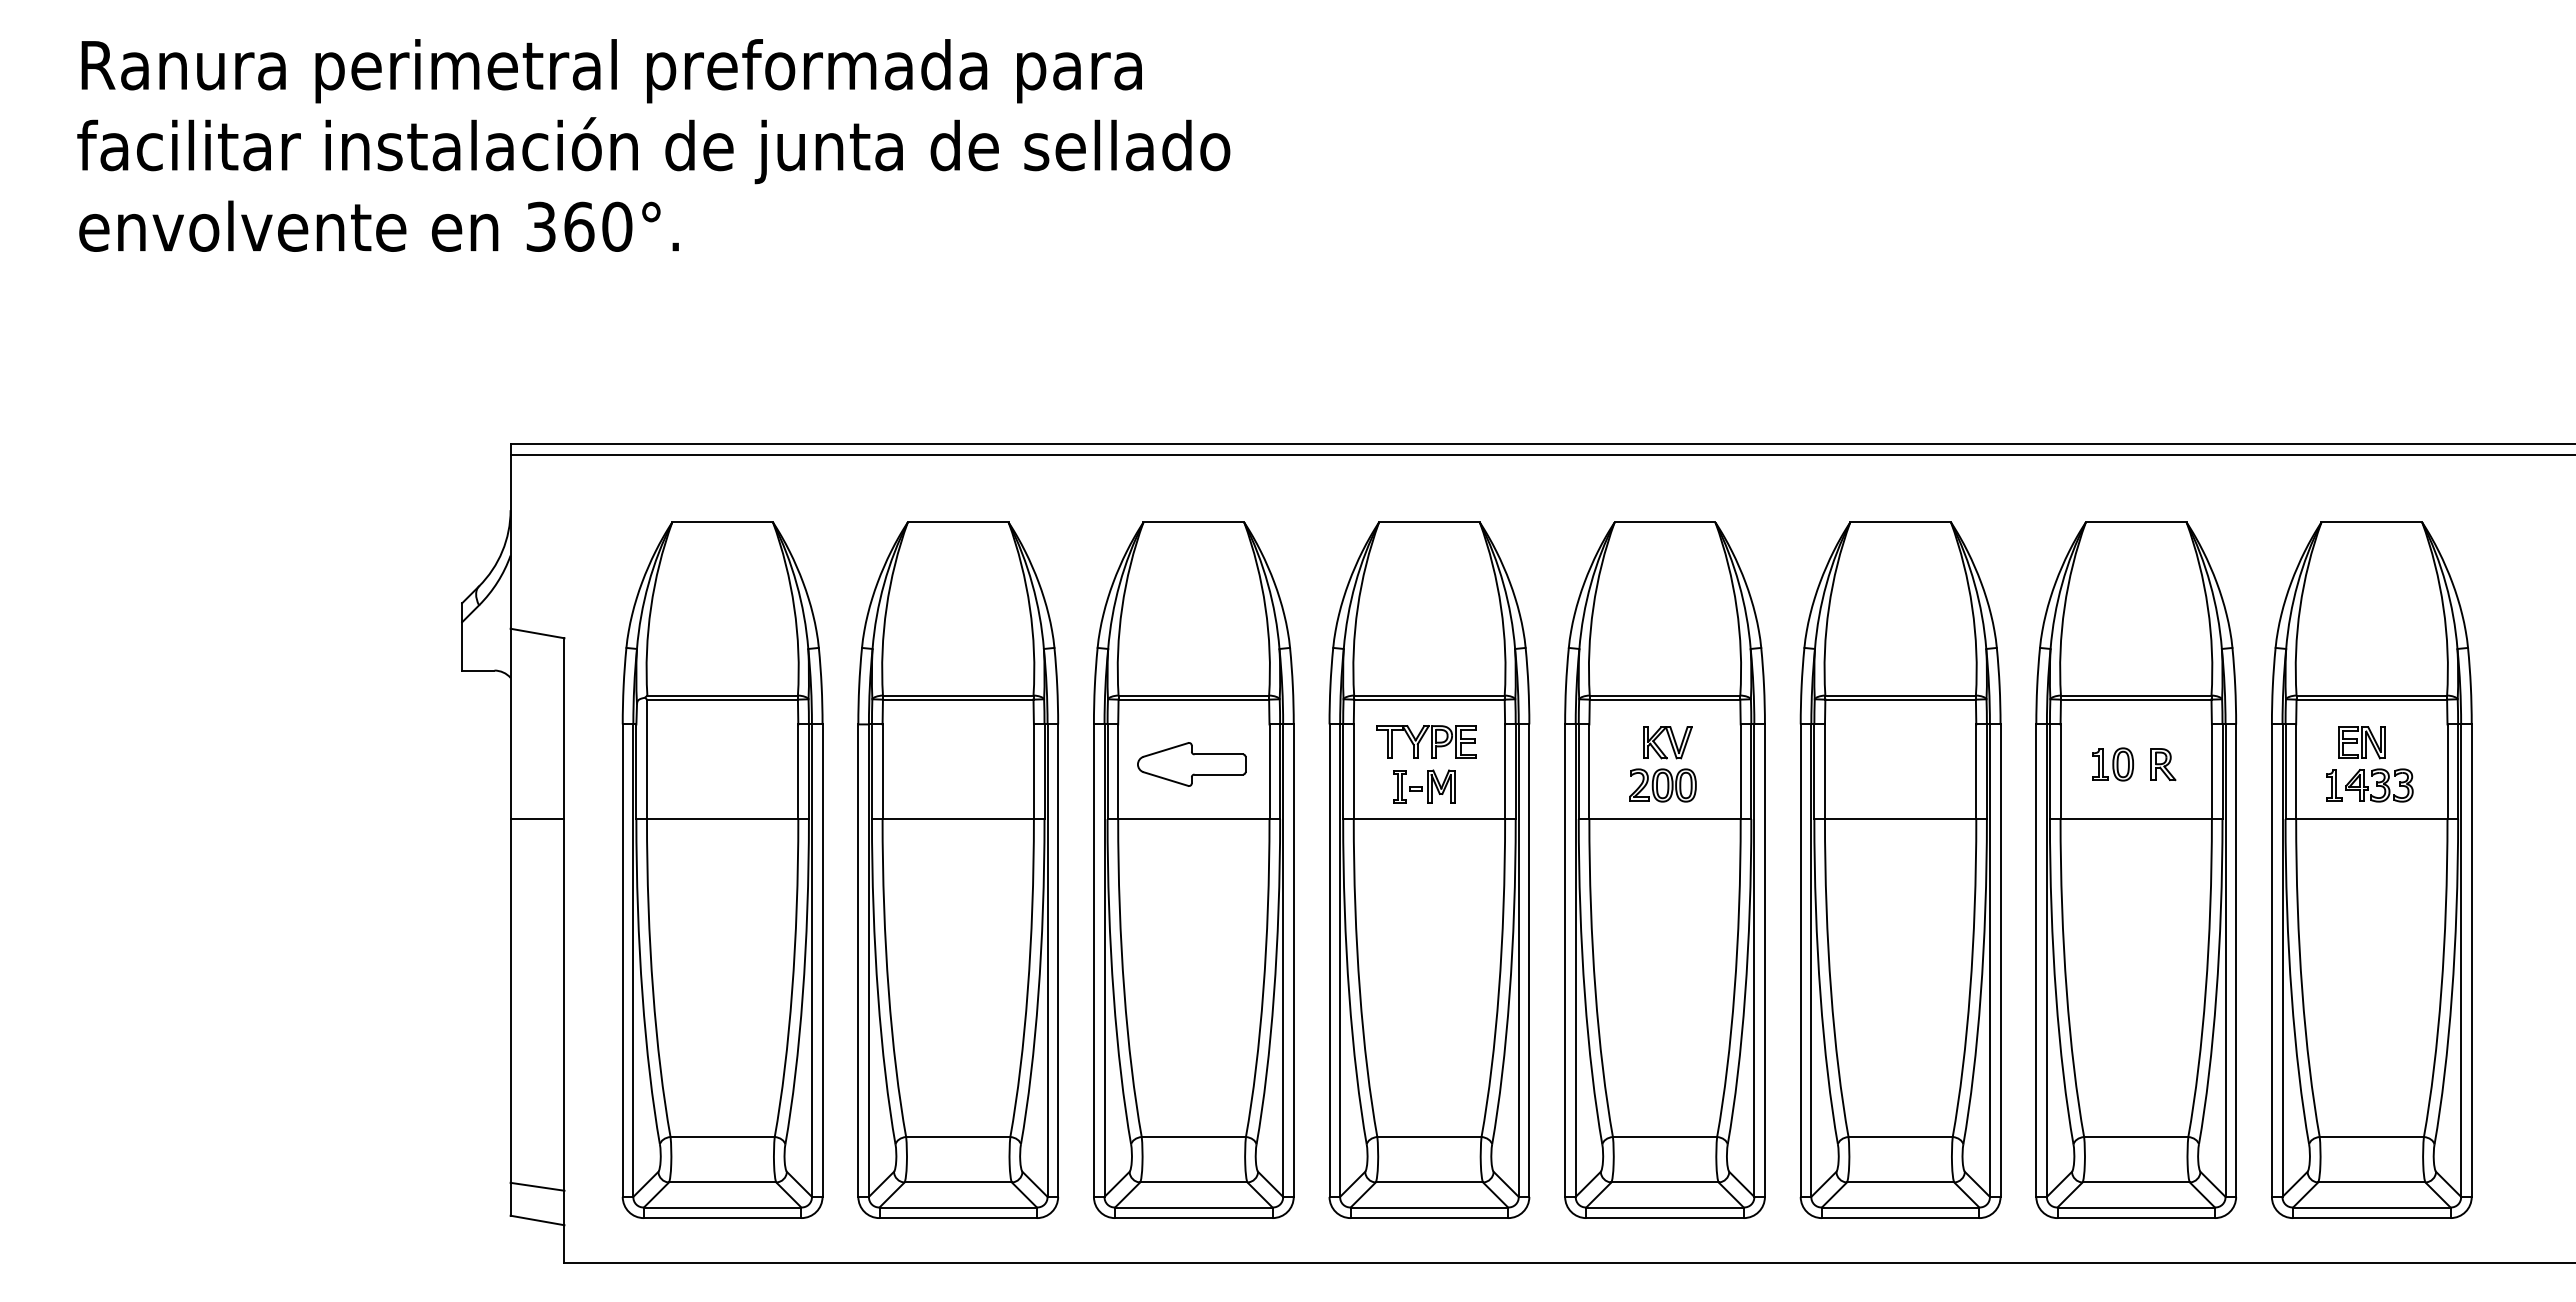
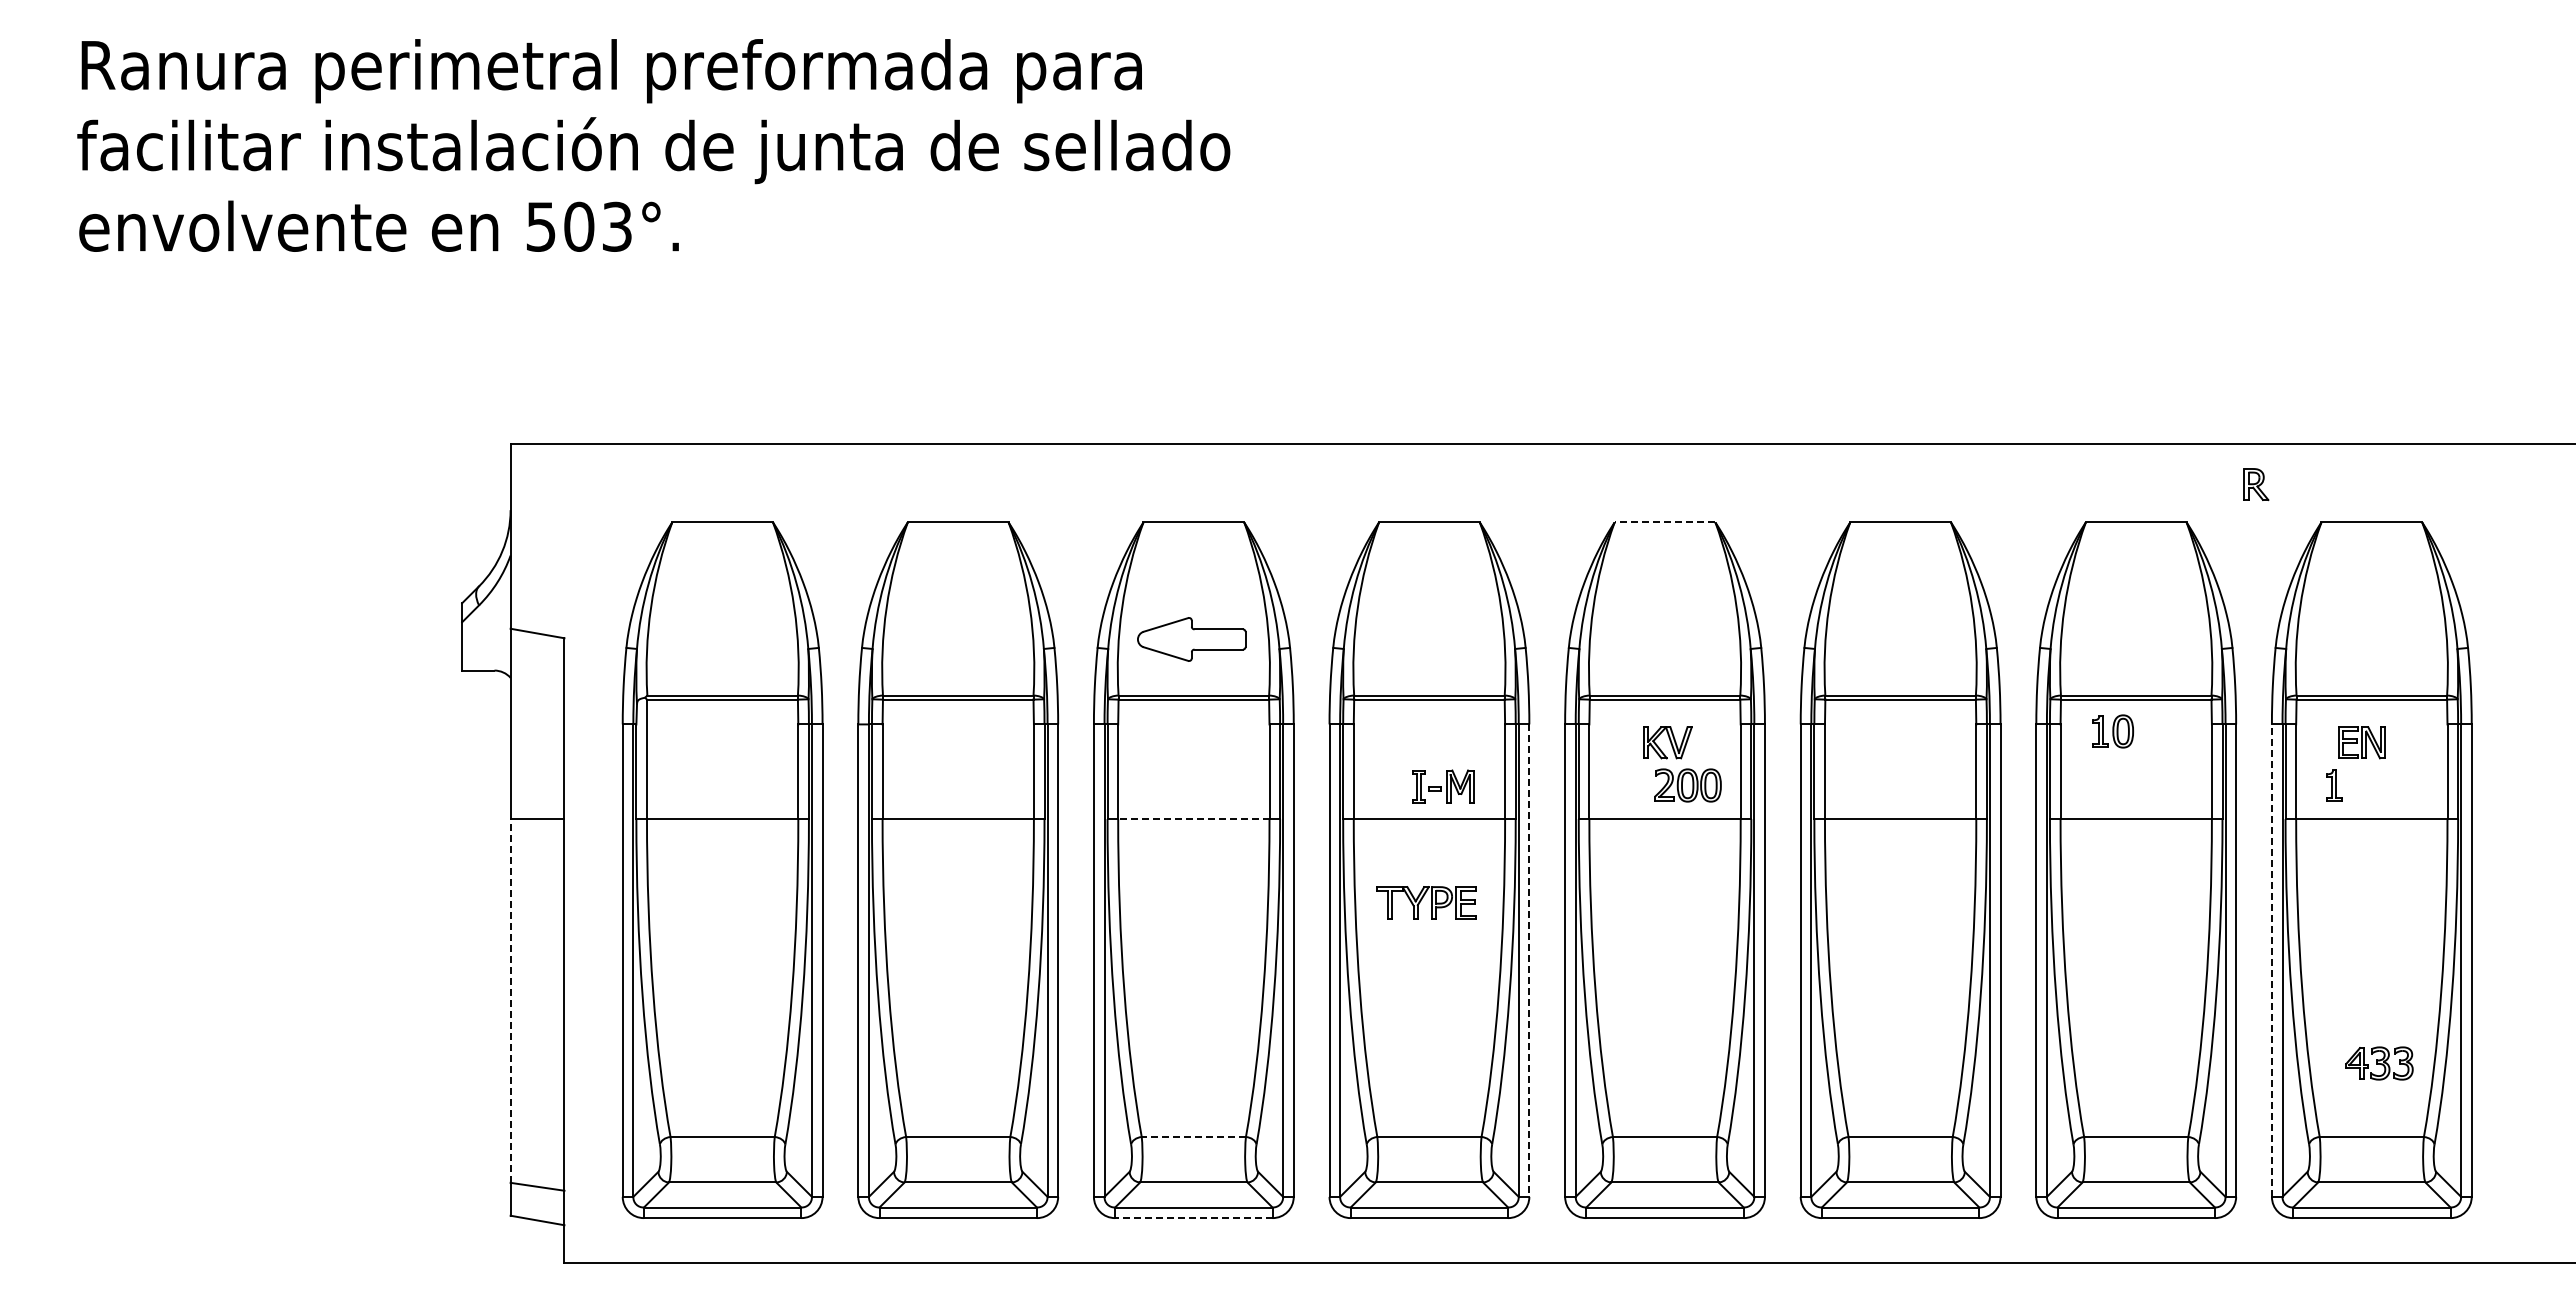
text at (579, 226): 360°. -> 503°.
line at (1541, 455): present -> none
line at (1664, 522): solid -> dashed
part at (1426, 741) position: (1426, 741) -> (1426, 902)
part at (1191, 764) position: (1191, 764) -> (1191, 639)
part at (2113, 764) position: (2113, 764) -> (2113, 731)
part at (2163, 764) position: (2163, 764) -> (2256, 484)
part at (1662, 785) position: (1662, 785) -> (1687, 785)
part at (2379, 785) position: (2379, 785) -> (2379, 1063)
part at (1424, 786) position: (1424, 786) -> (1443, 786)
line at (1193, 819): solid -> dashed
line at (2271, 960): solid -> dashed
line at (1529, 961): solid -> dashed
line at (510, 1000): solid -> dashed
line at (1193, 1137): solid -> dashed
line at (1193, 1218): solid -> dashed
